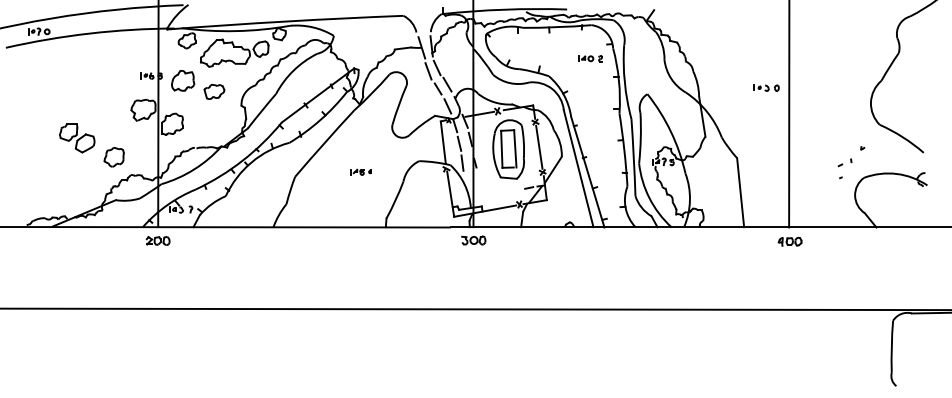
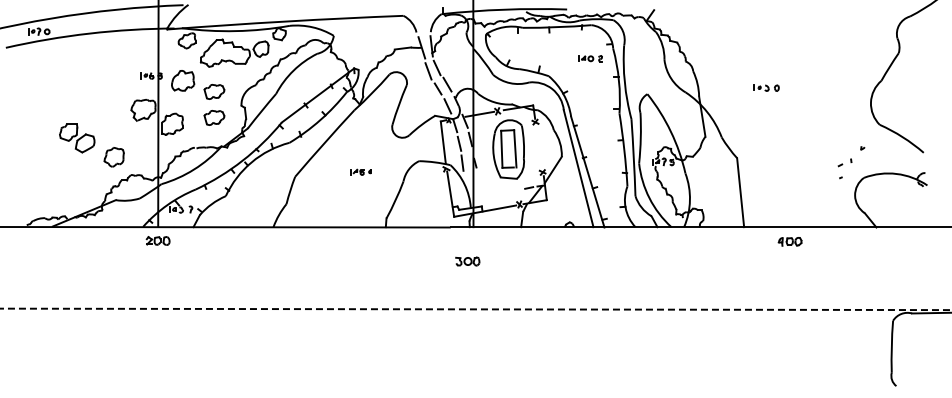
line at (789, 114): present -> none
part at (214, 117): none -> present
line at (539, 146): present -> none
part at (473, 240) position: (473, 240) -> (467, 261)
line at (476, 309): solid -> dashed
